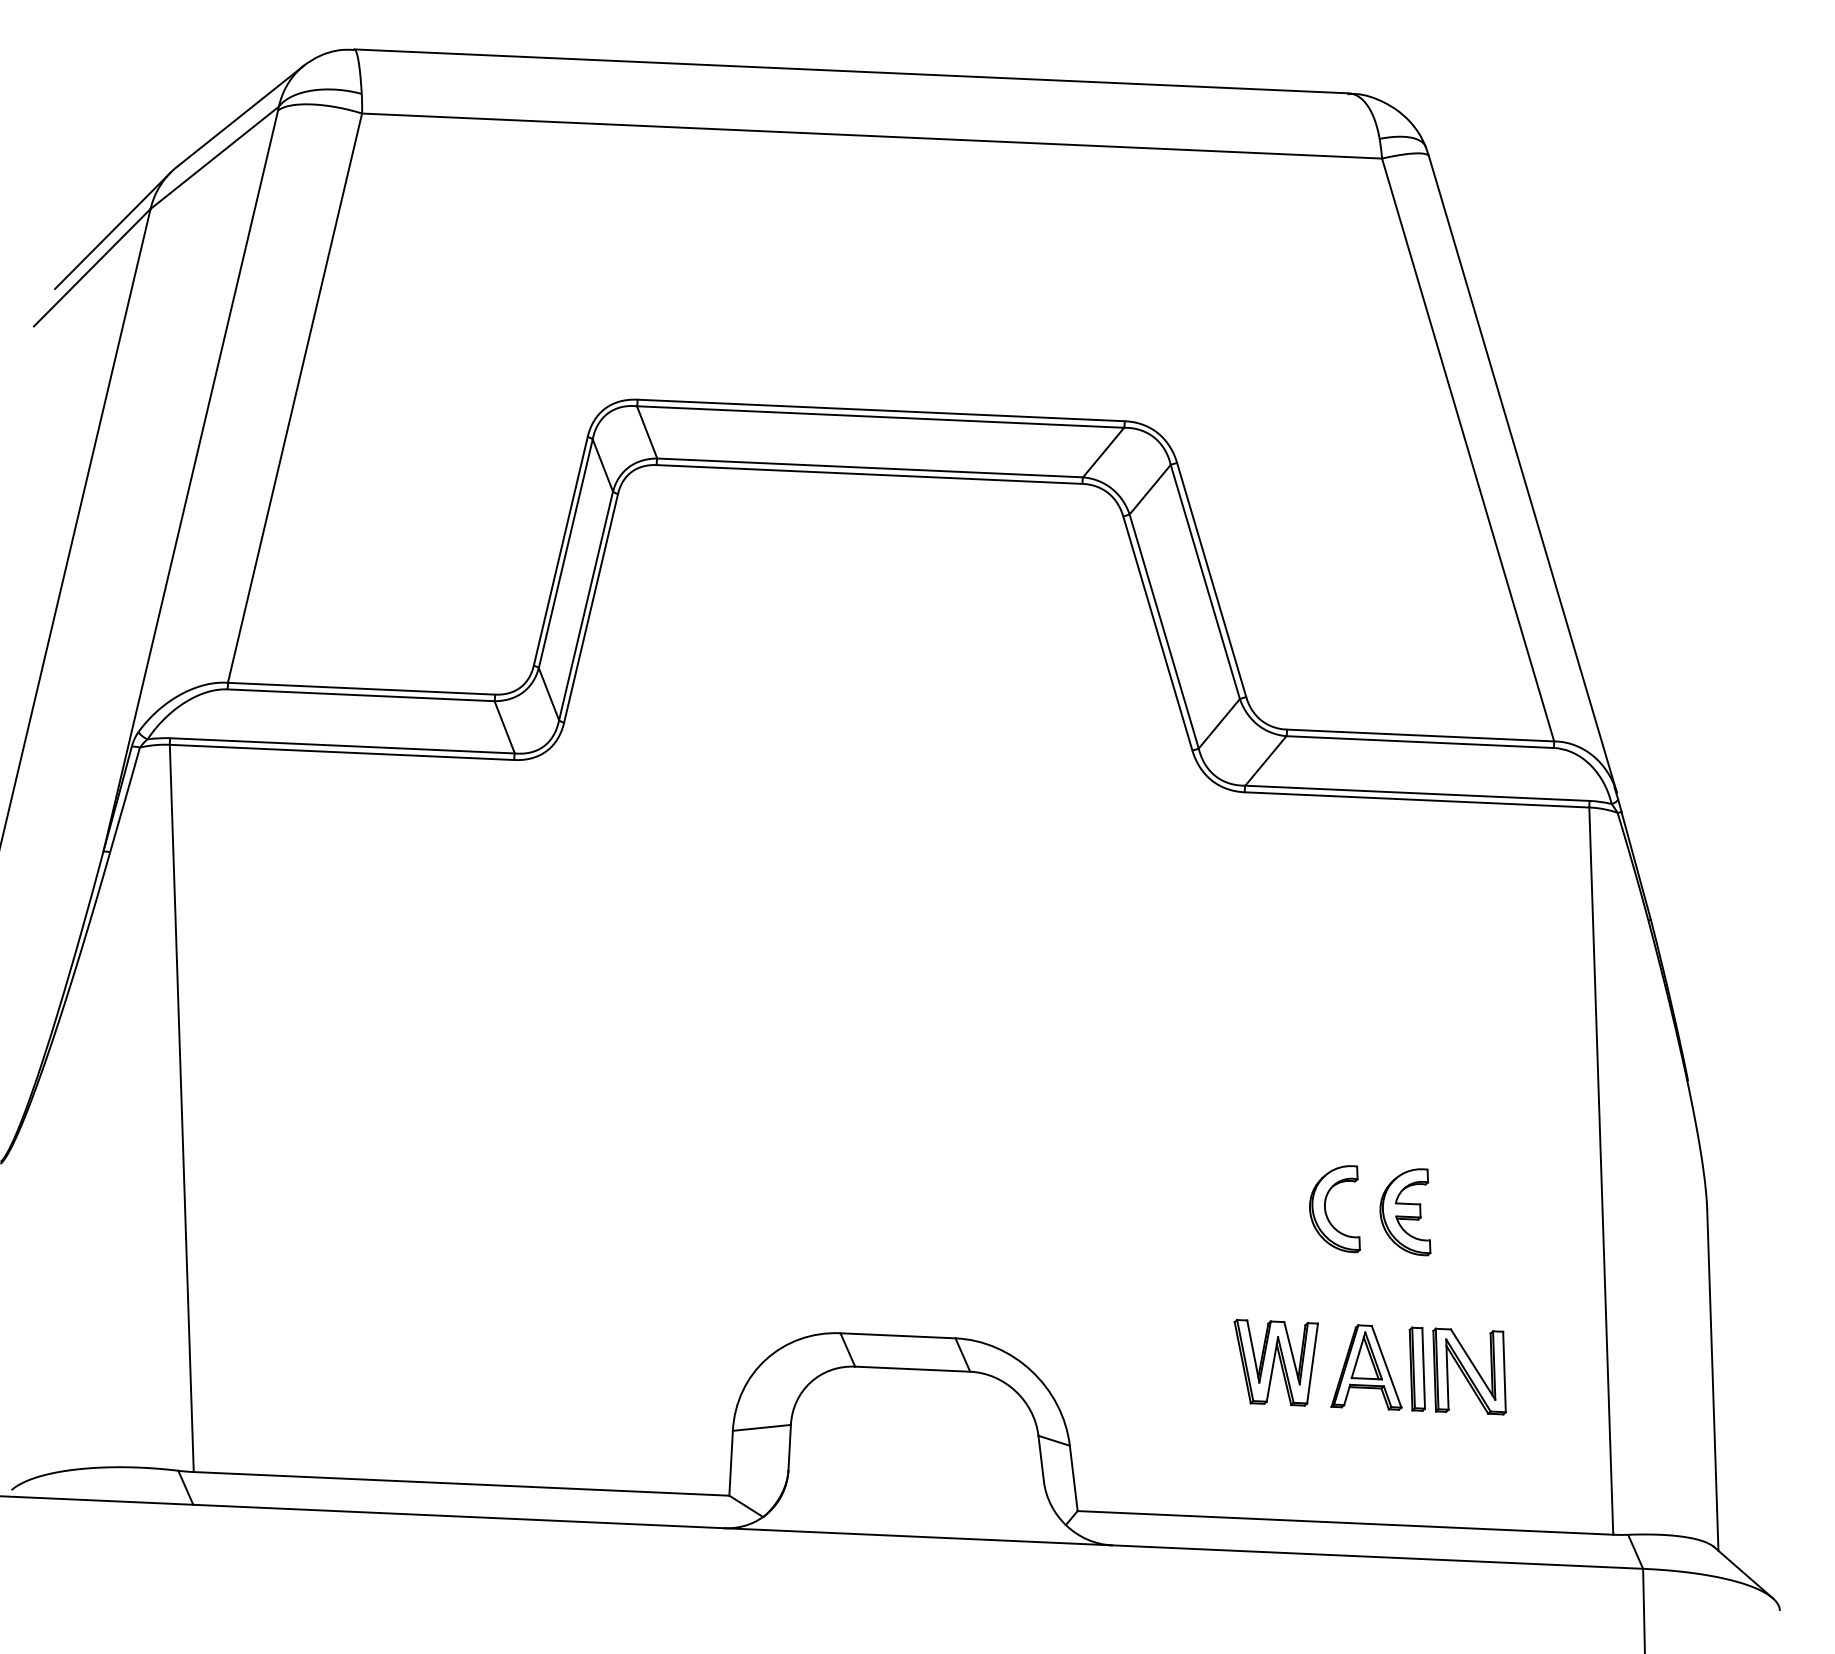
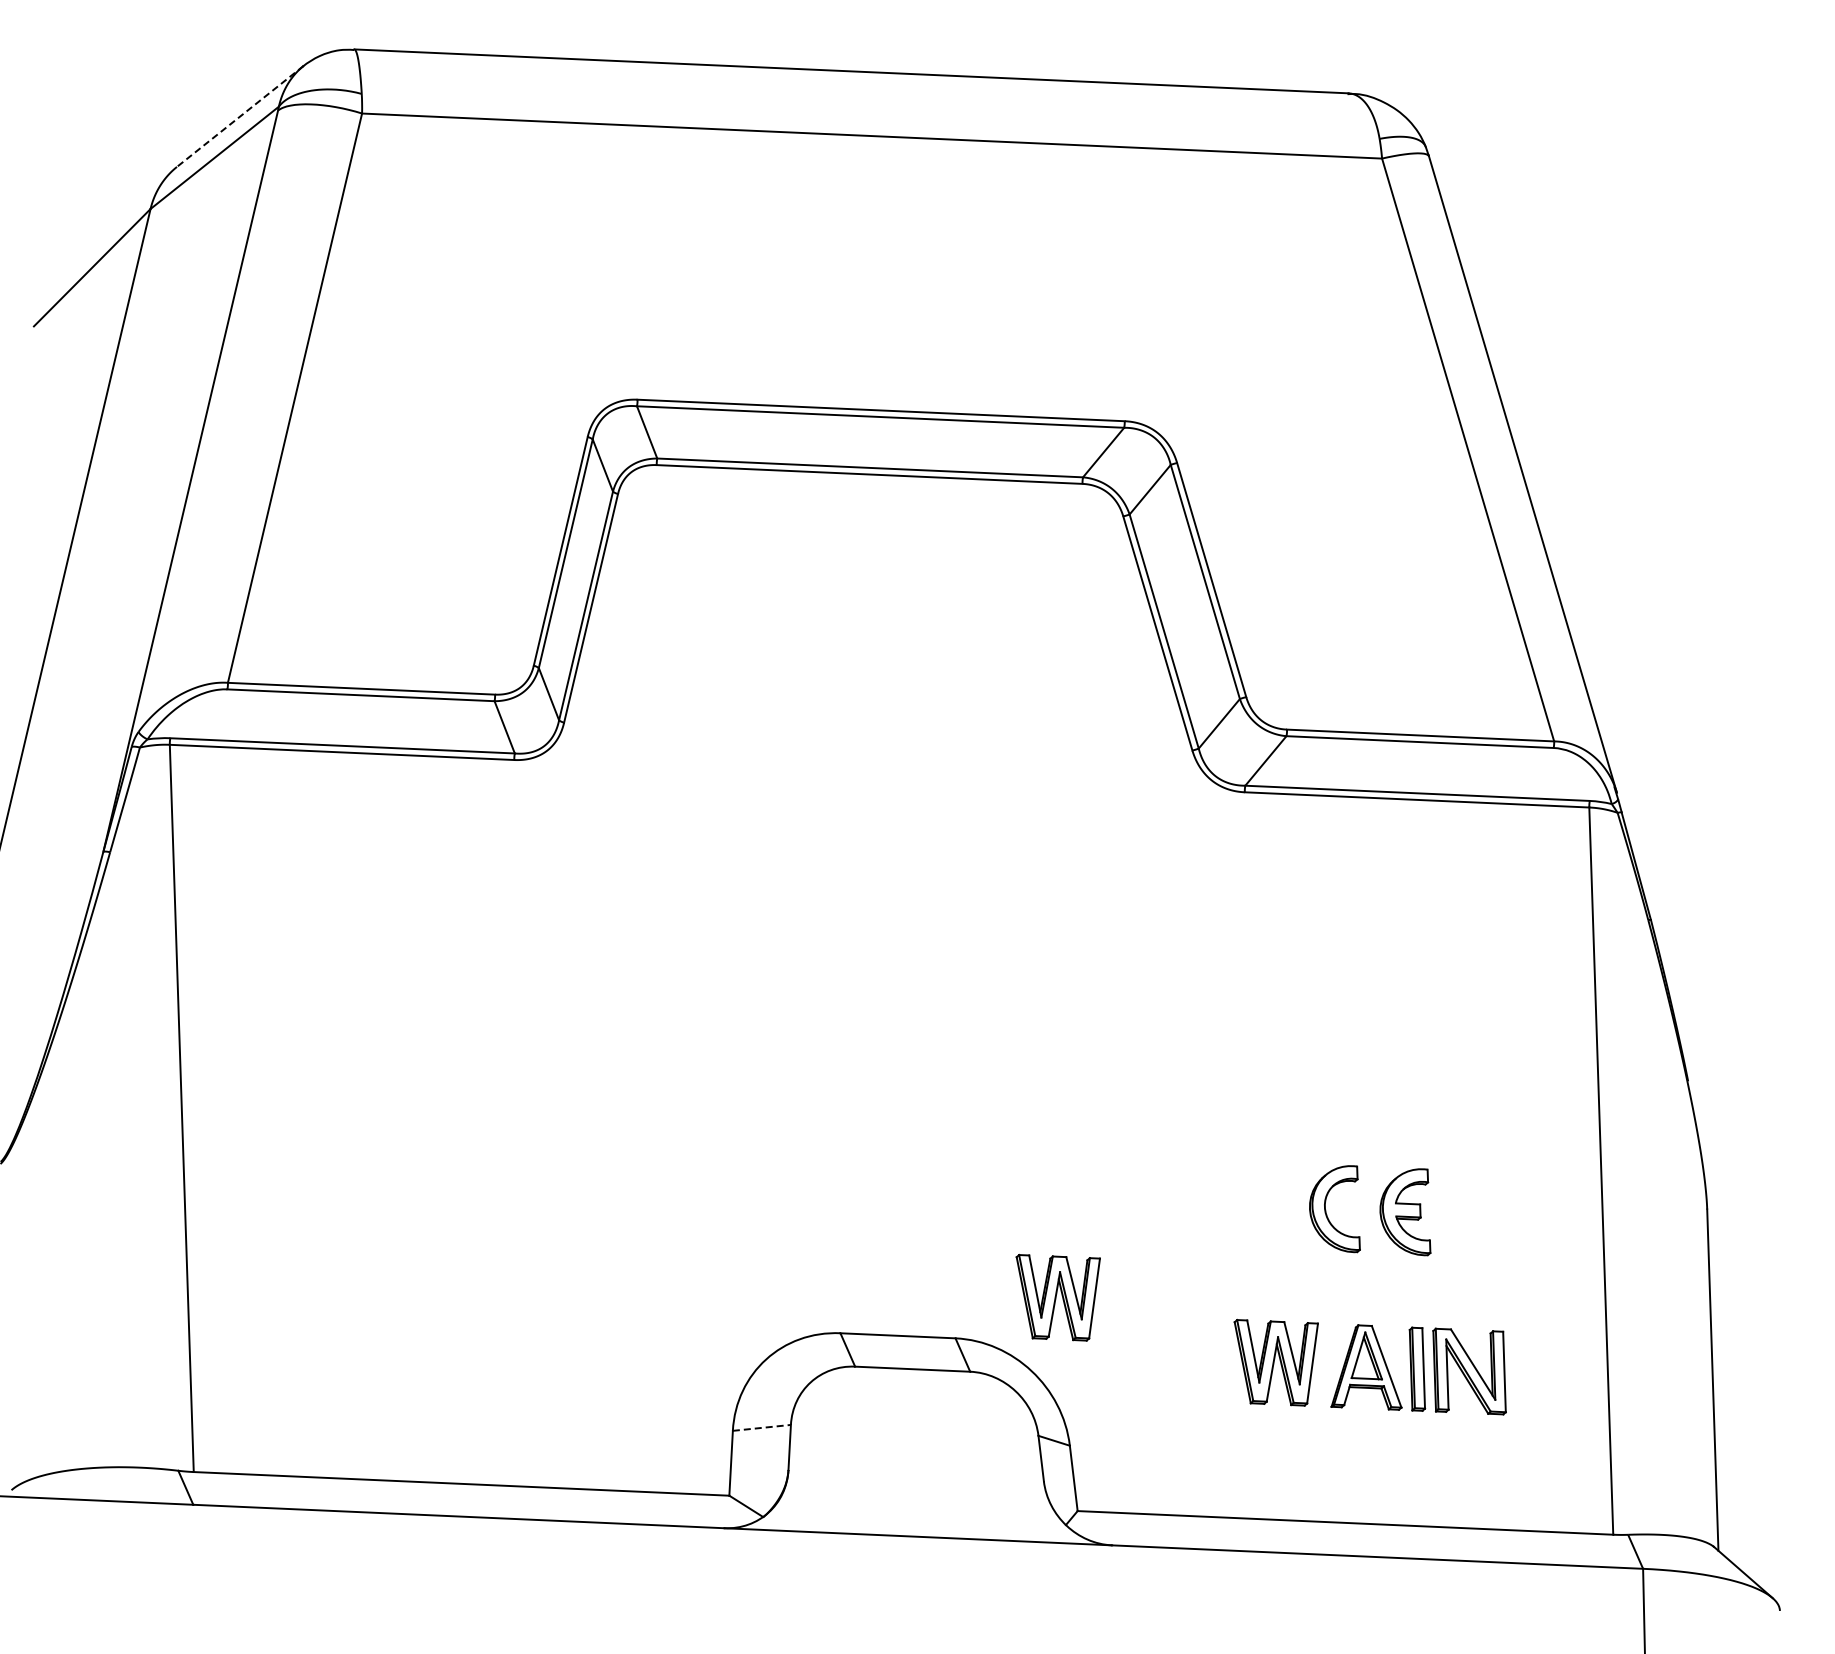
line at (239, 116): solid -> dashed
line at (112, 230): present -> none
part at (1057, 1297): none -> present
line at (762, 1427): solid -> dashed
